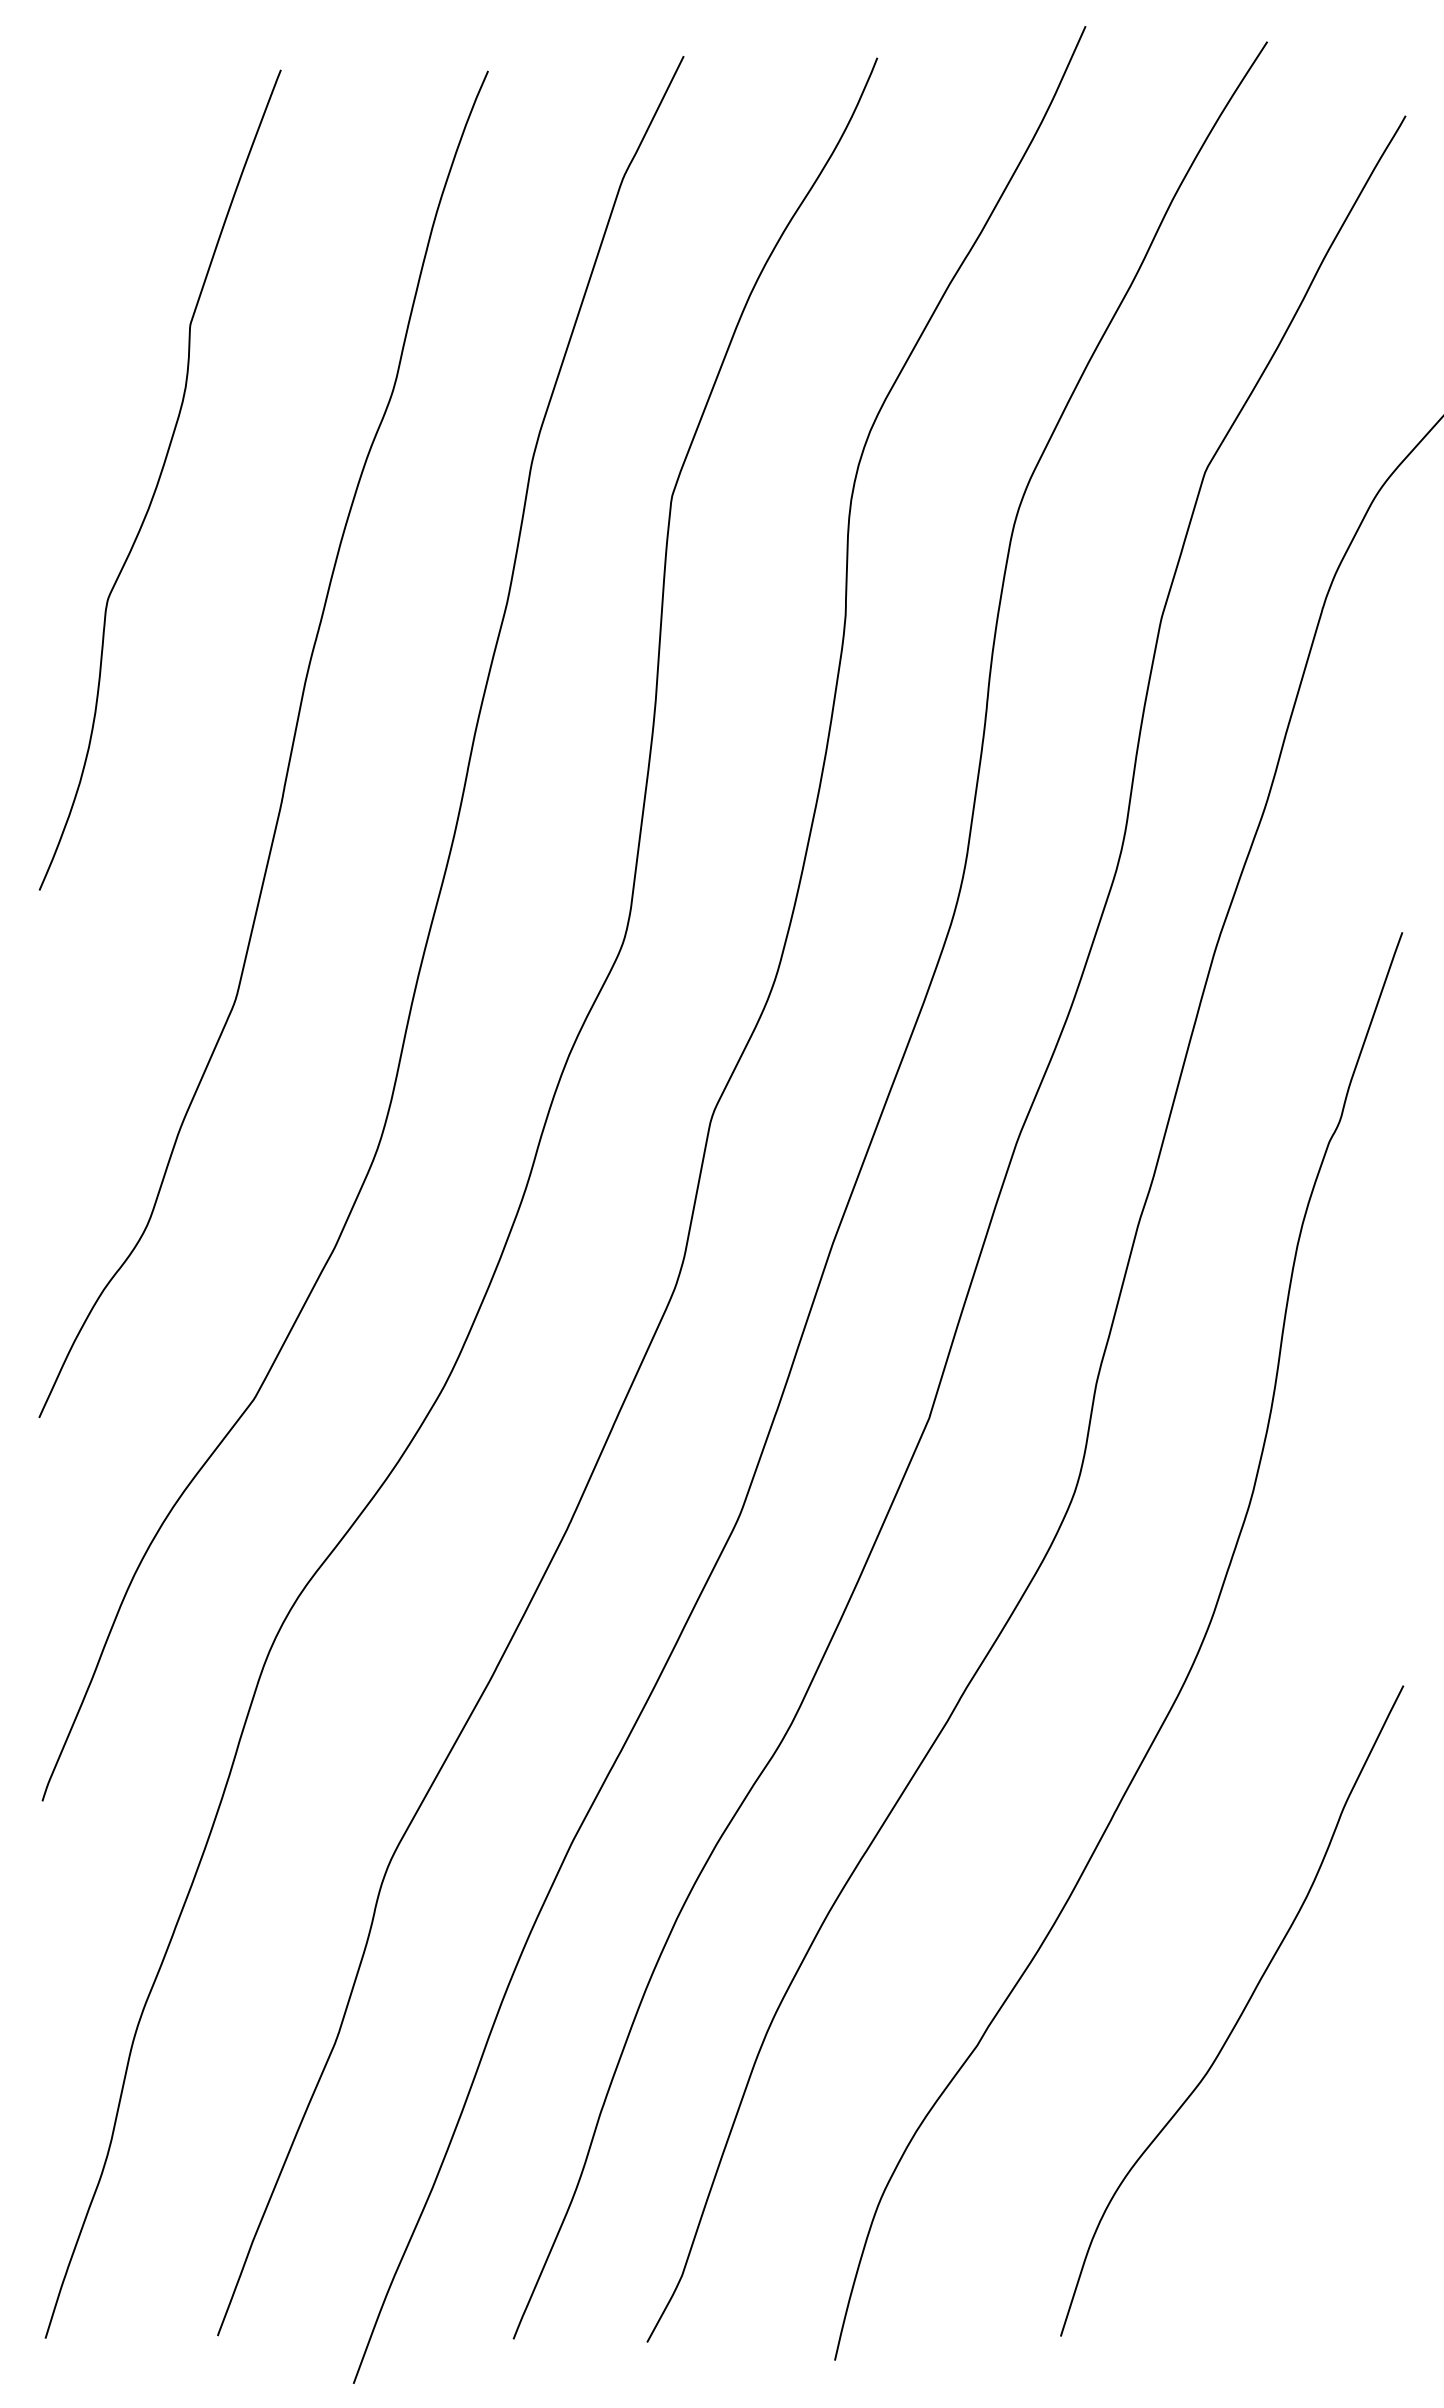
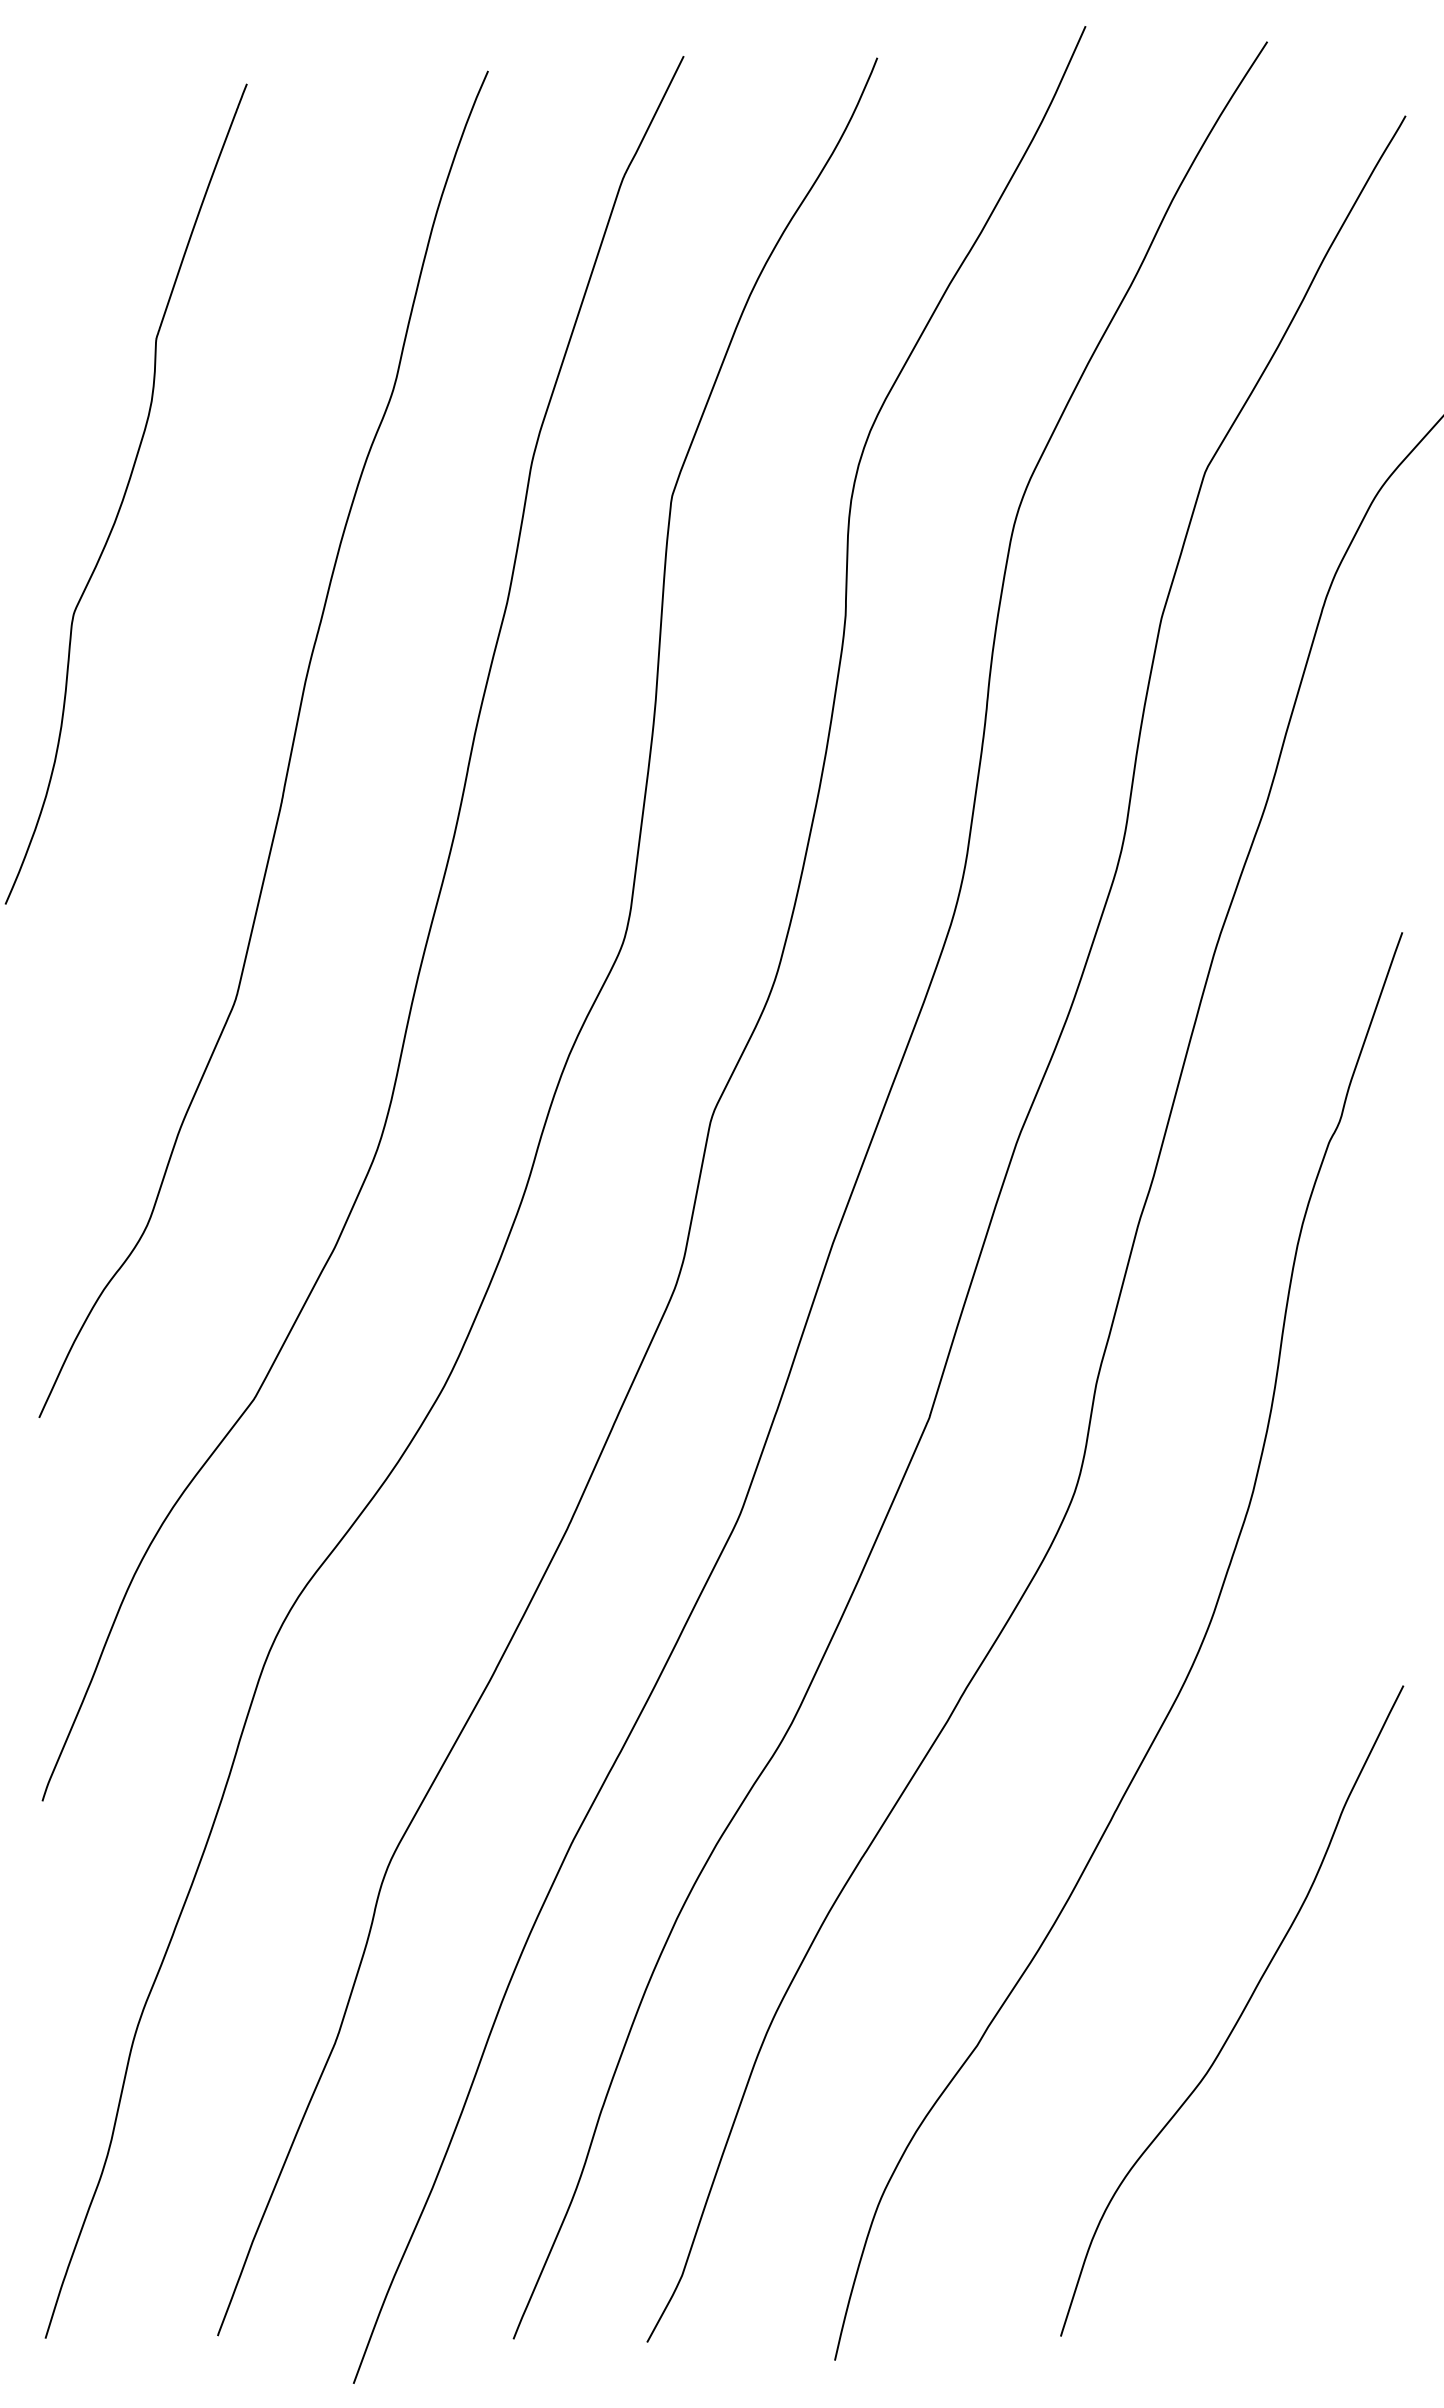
curve at (159, 479) position: (159, 479) -> (125, 493)
